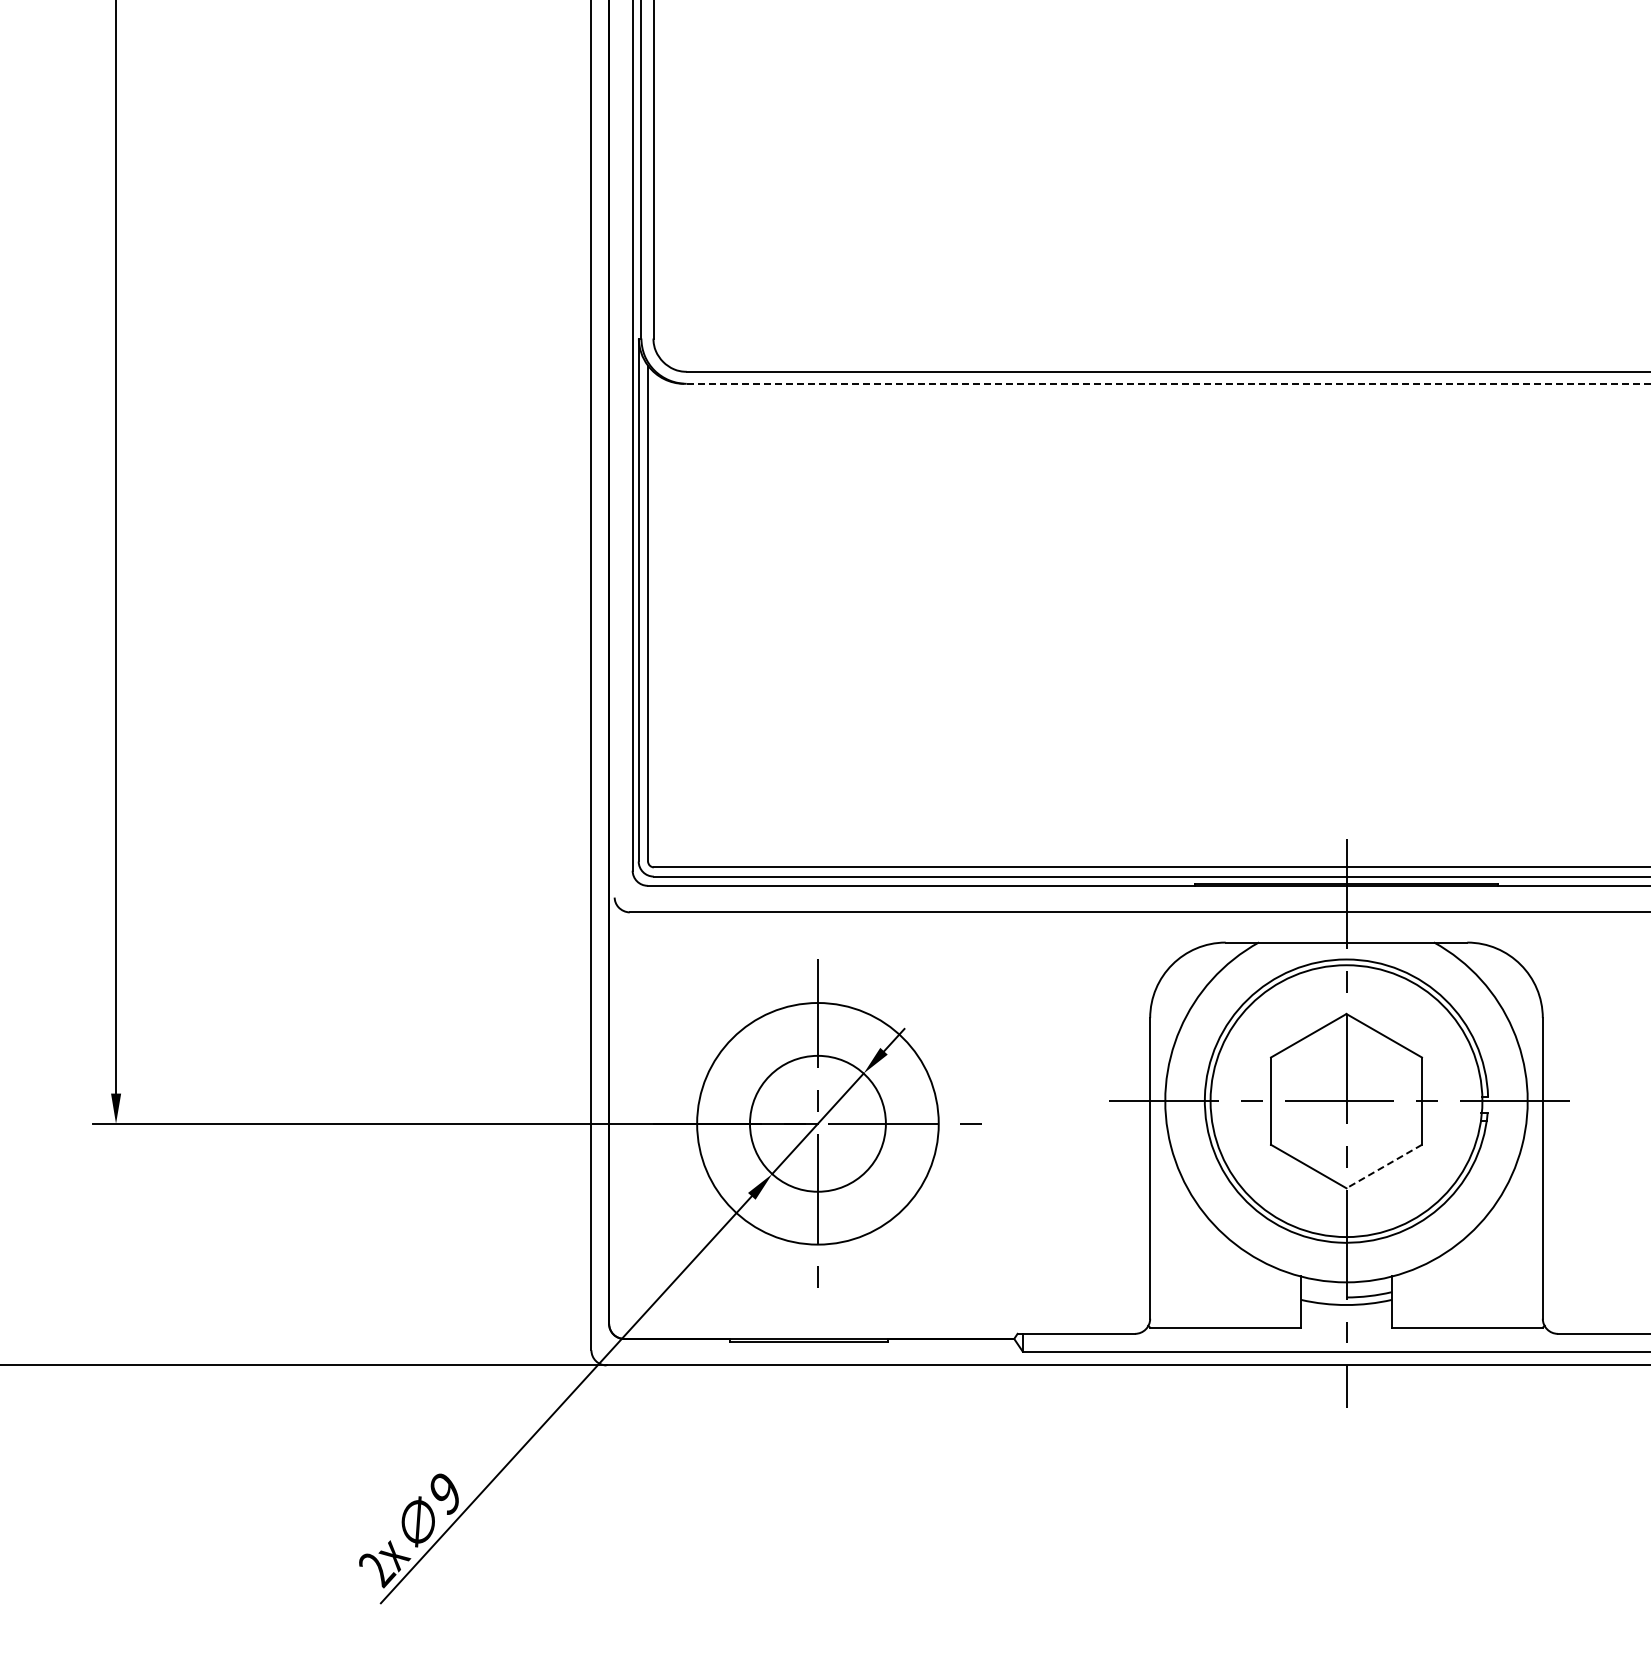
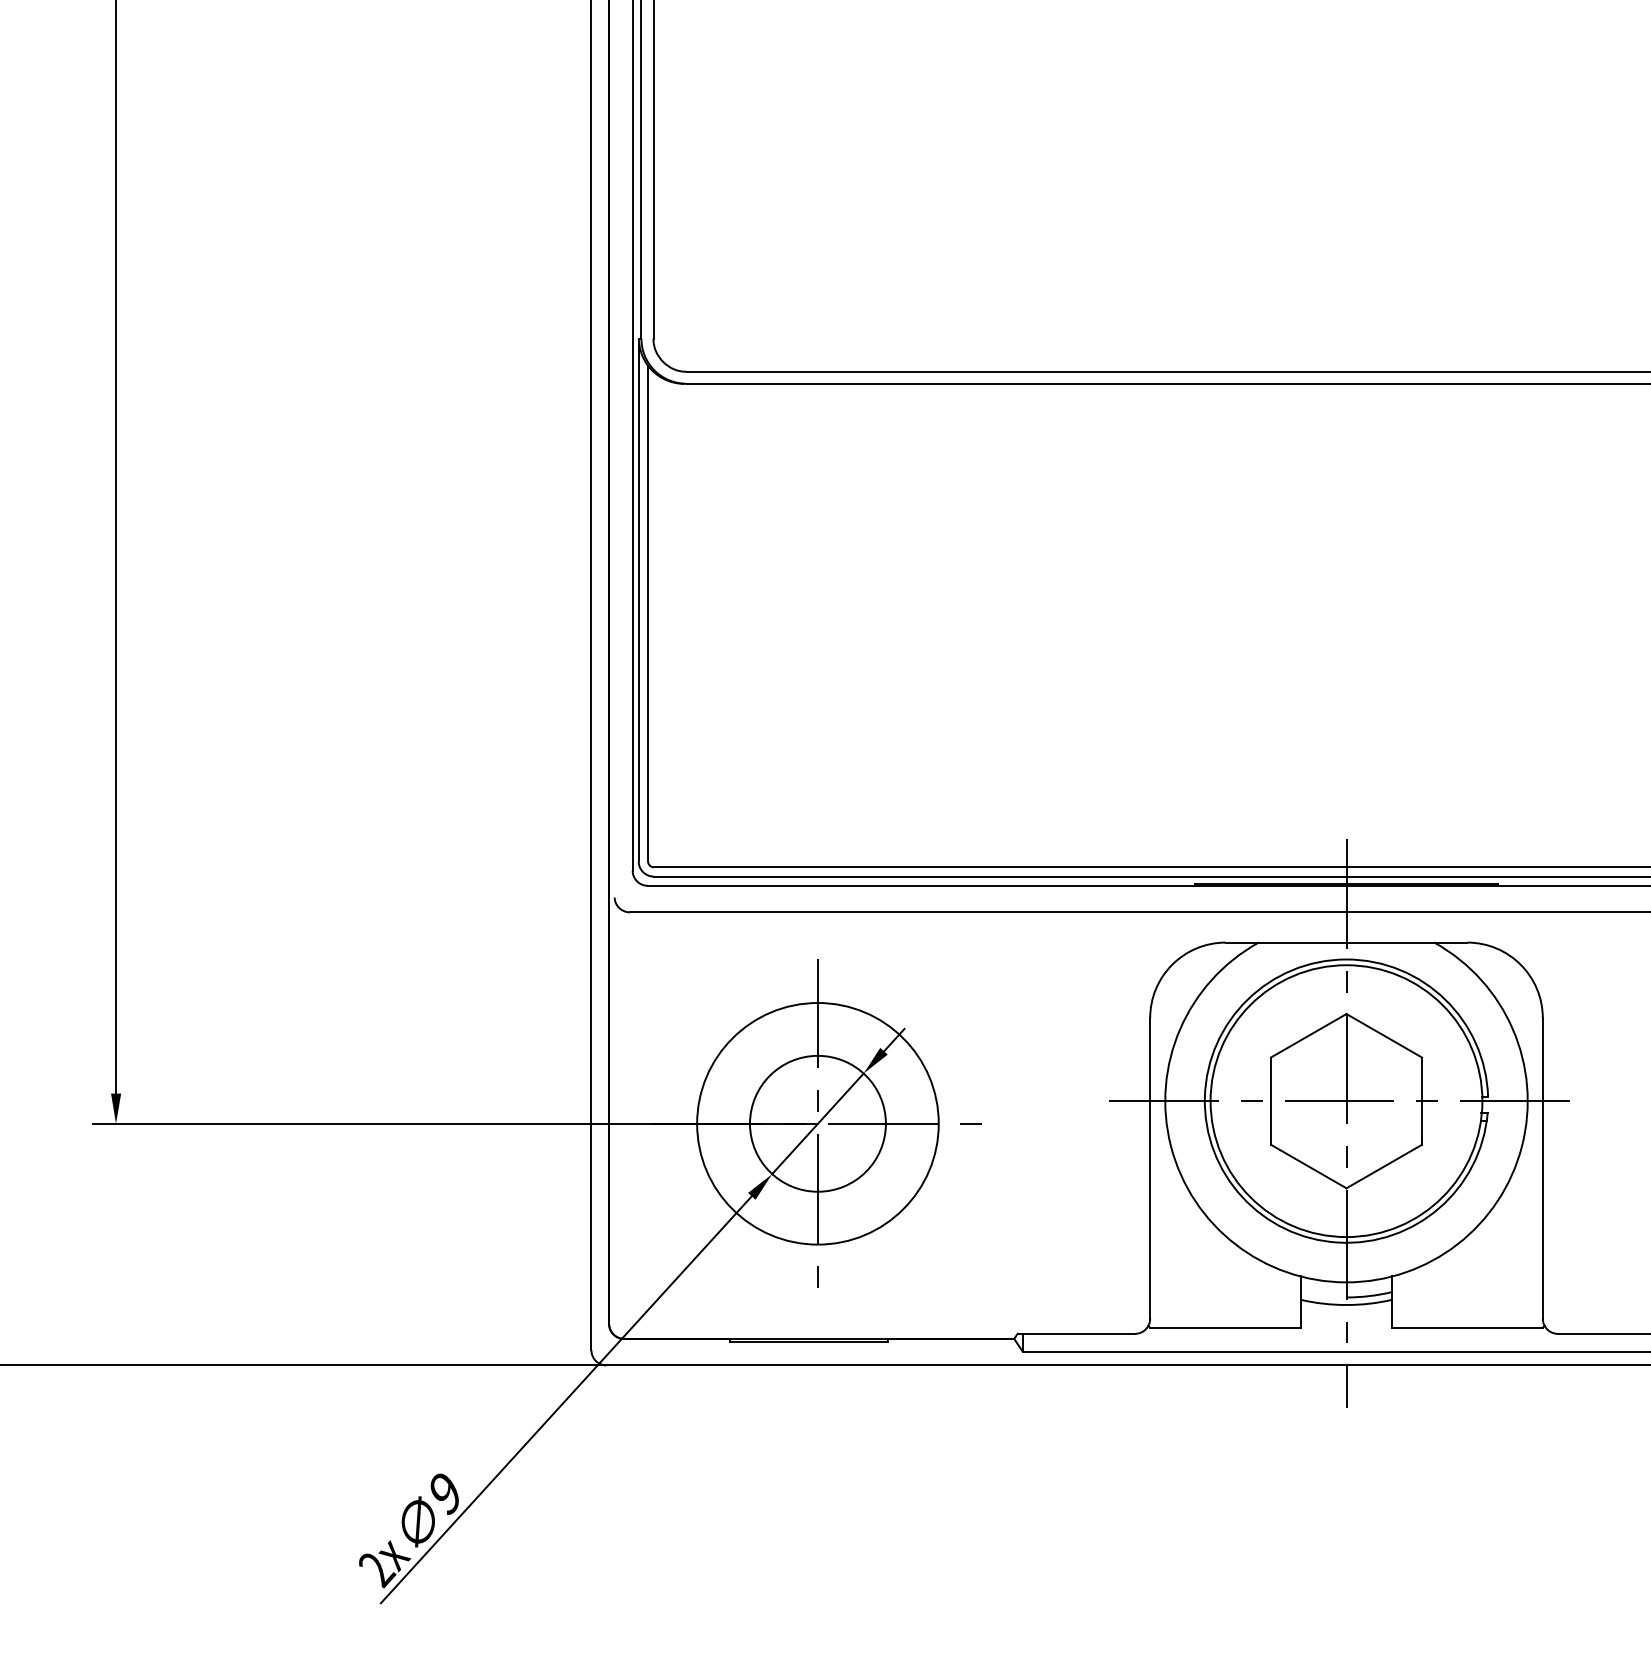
line at (1168, 383): dashed -> solid
line at (1384, 1166): dashed -> solid
